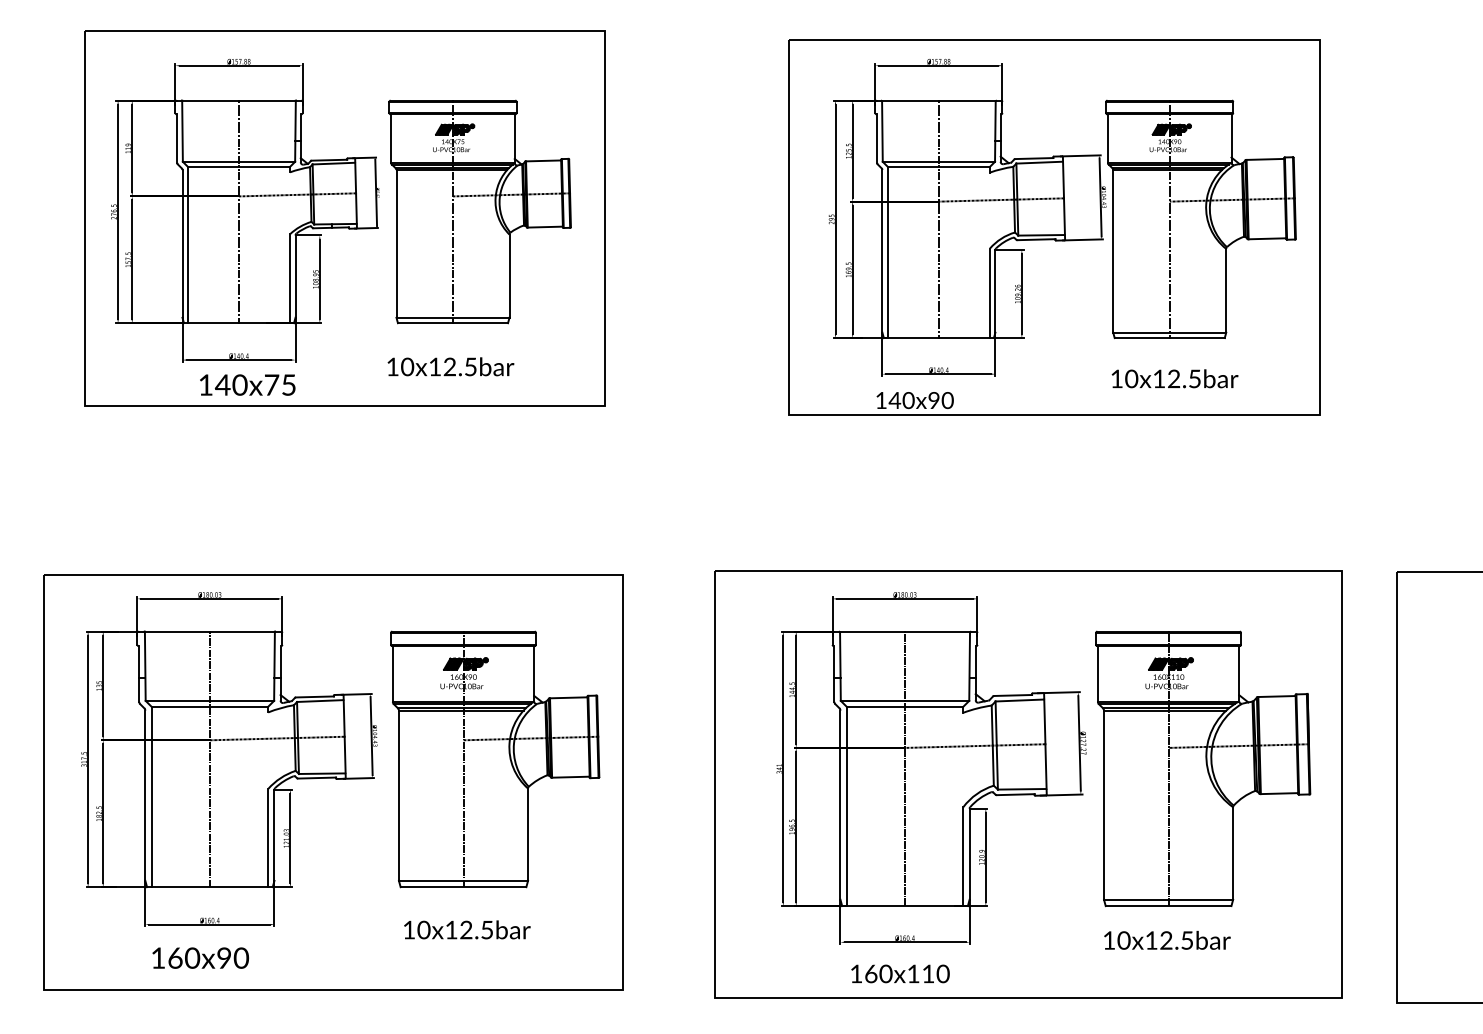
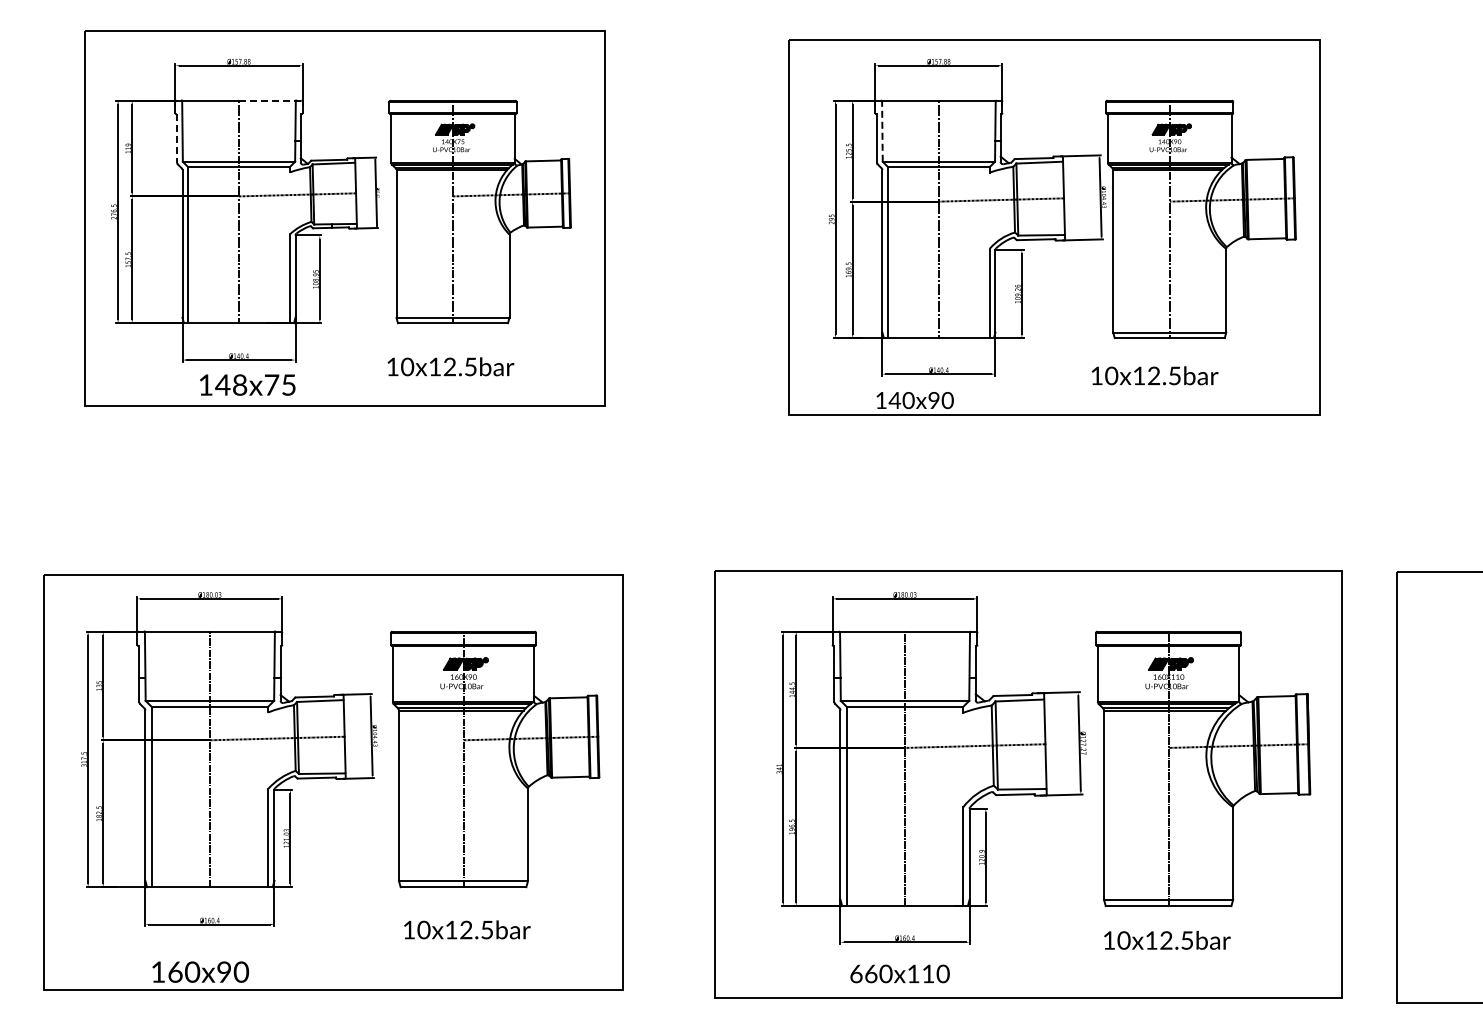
line at (270, 100): solid -> dashed
line at (882, 131): solid -> dashed
line at (177, 139): solid -> dashed
text at (1174, 378) position: (1174, 378) -> (1154, 375)
text at (239, 385): 140x75 -> 148x75
text at (200, 957) position: (200, 957) -> (200, 971)
text at (856, 973): 160x110 -> 660x110
